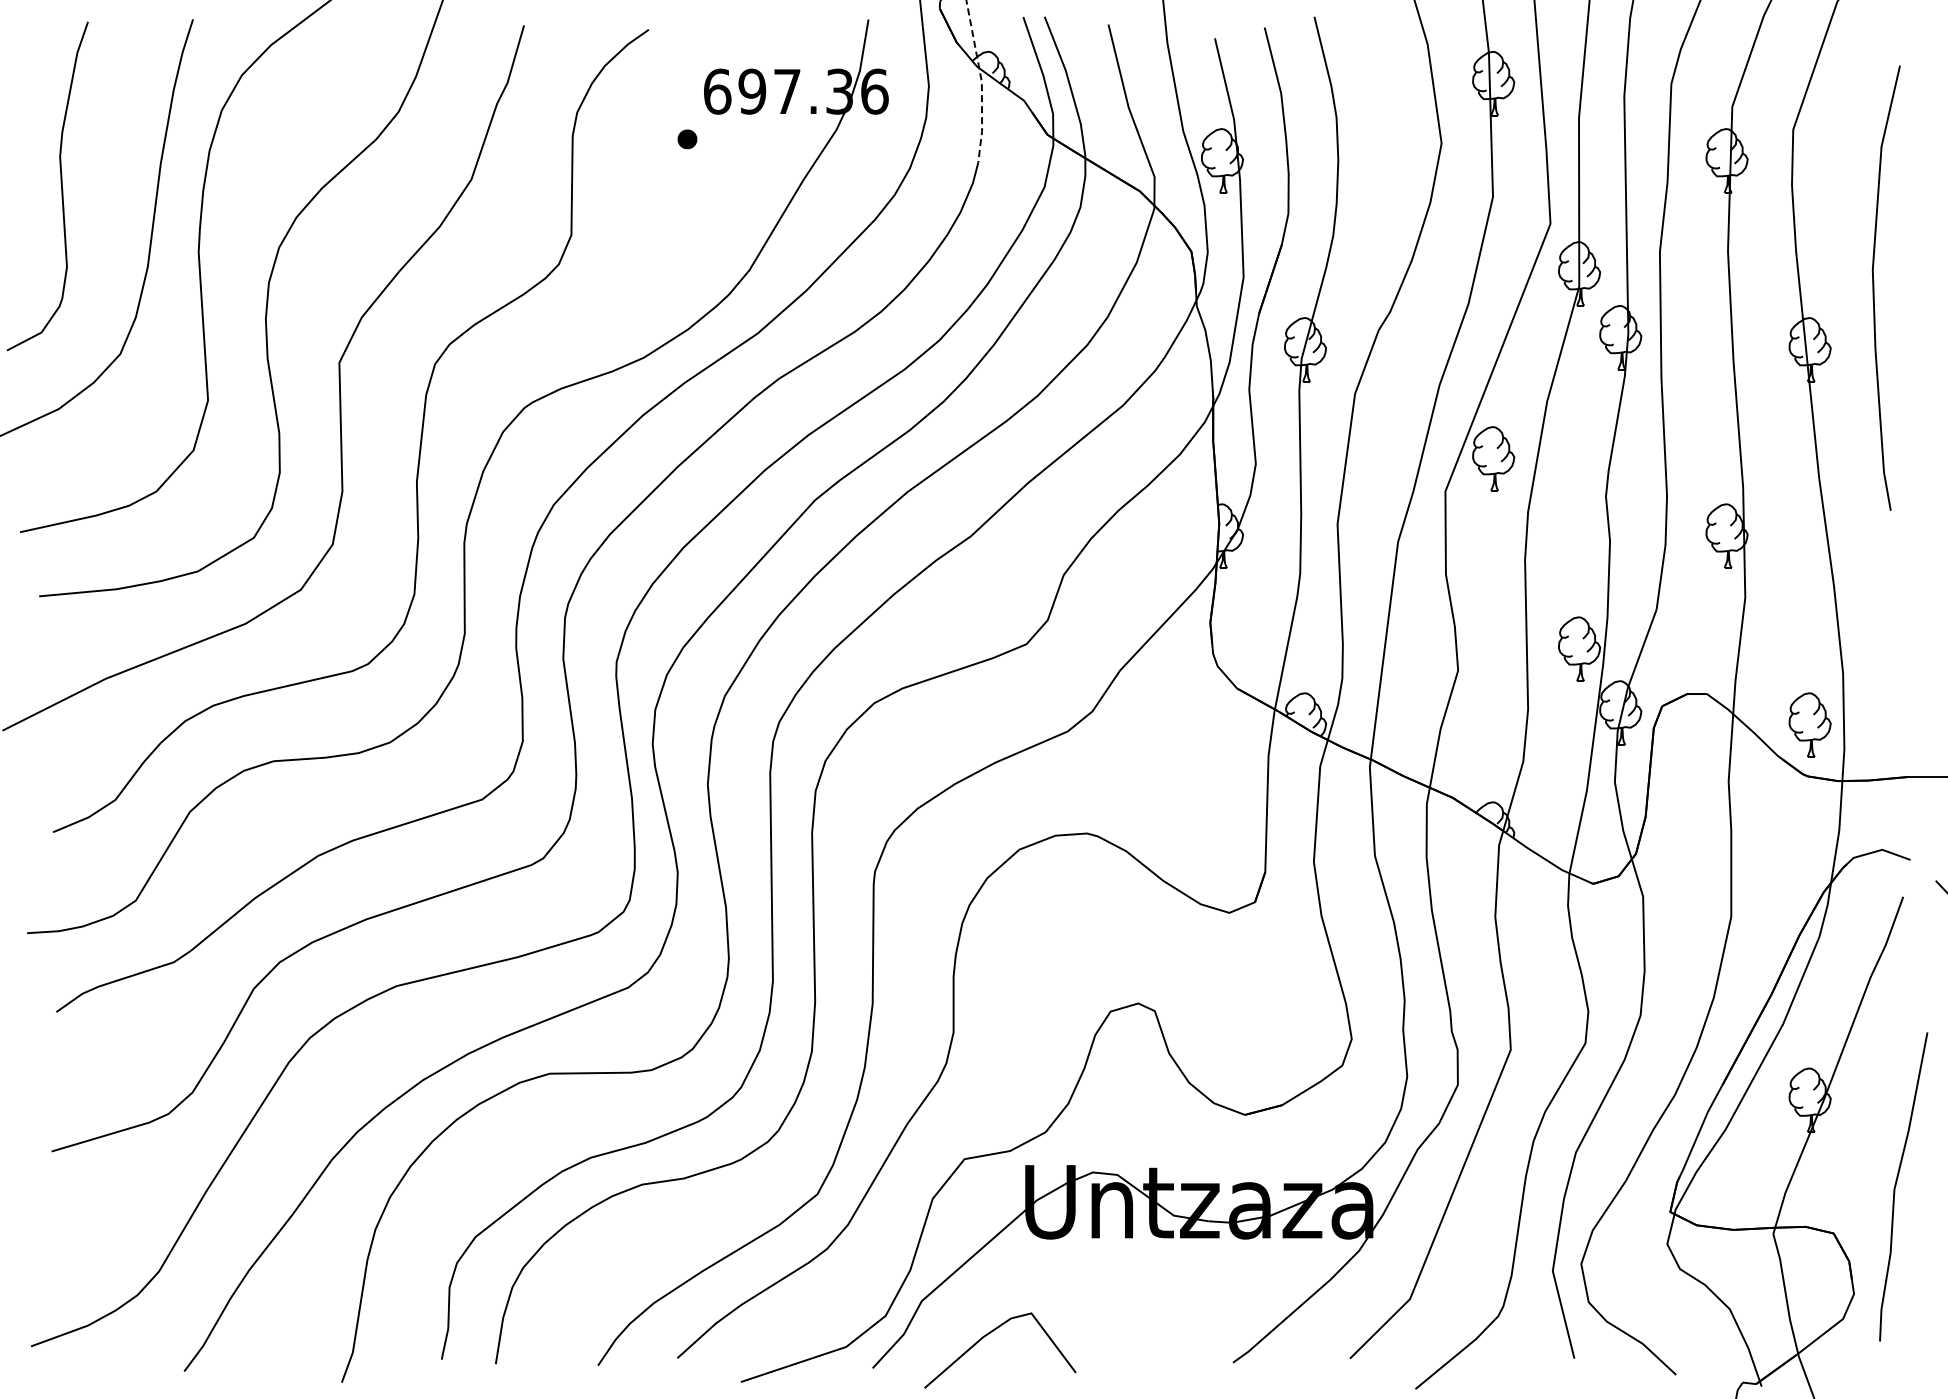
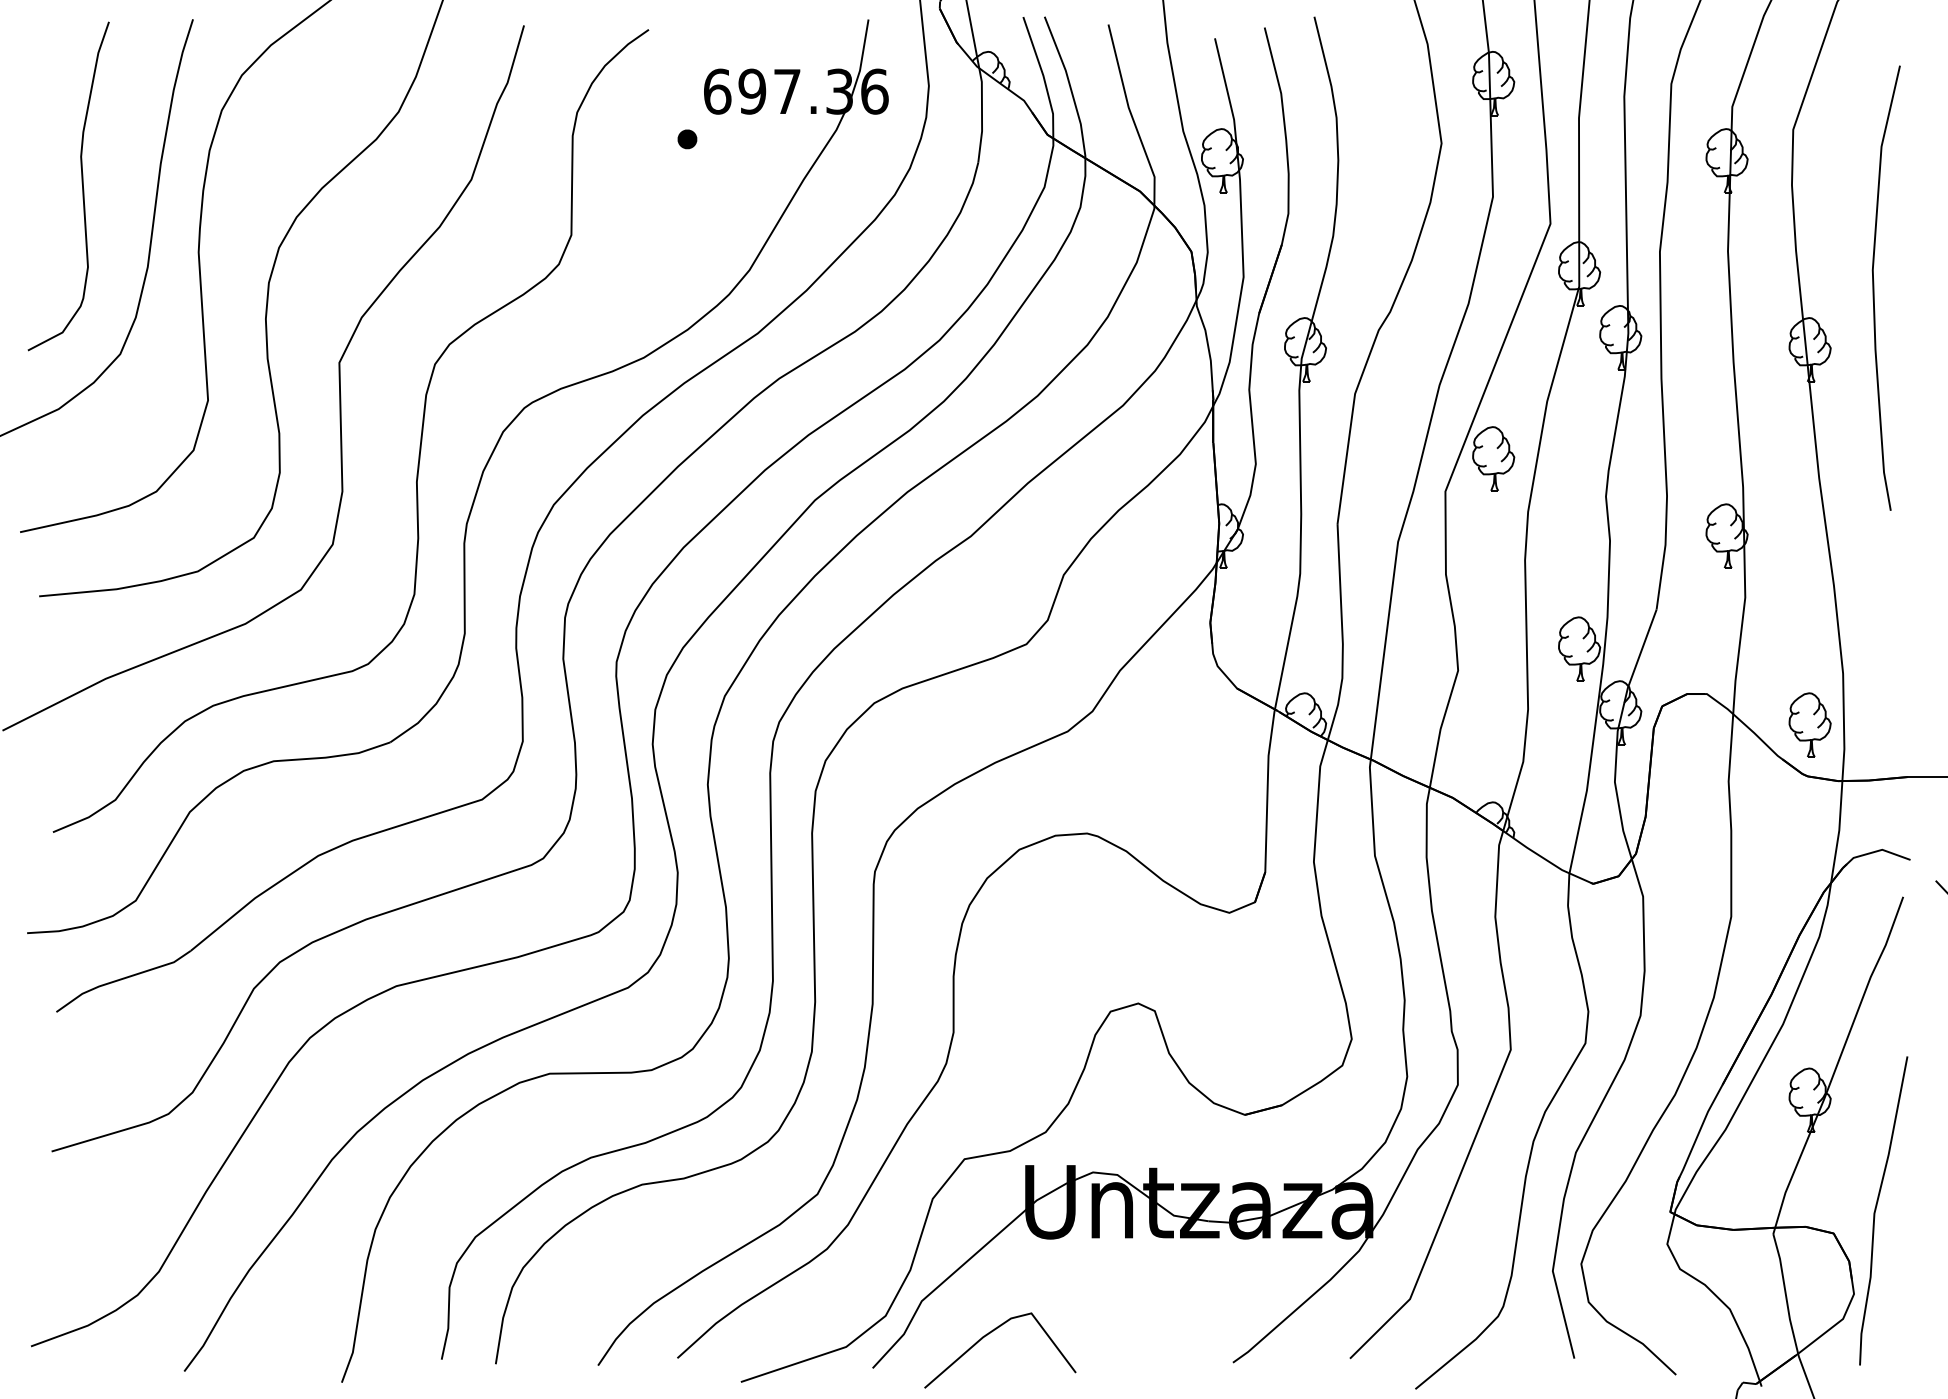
line at (981, 81): dashed -> solid
curve at (60, 183) position: (60, 183) -> (81, 183)
curve at (1896, 1186) position: (1896, 1186) -> (1876, 1210)
